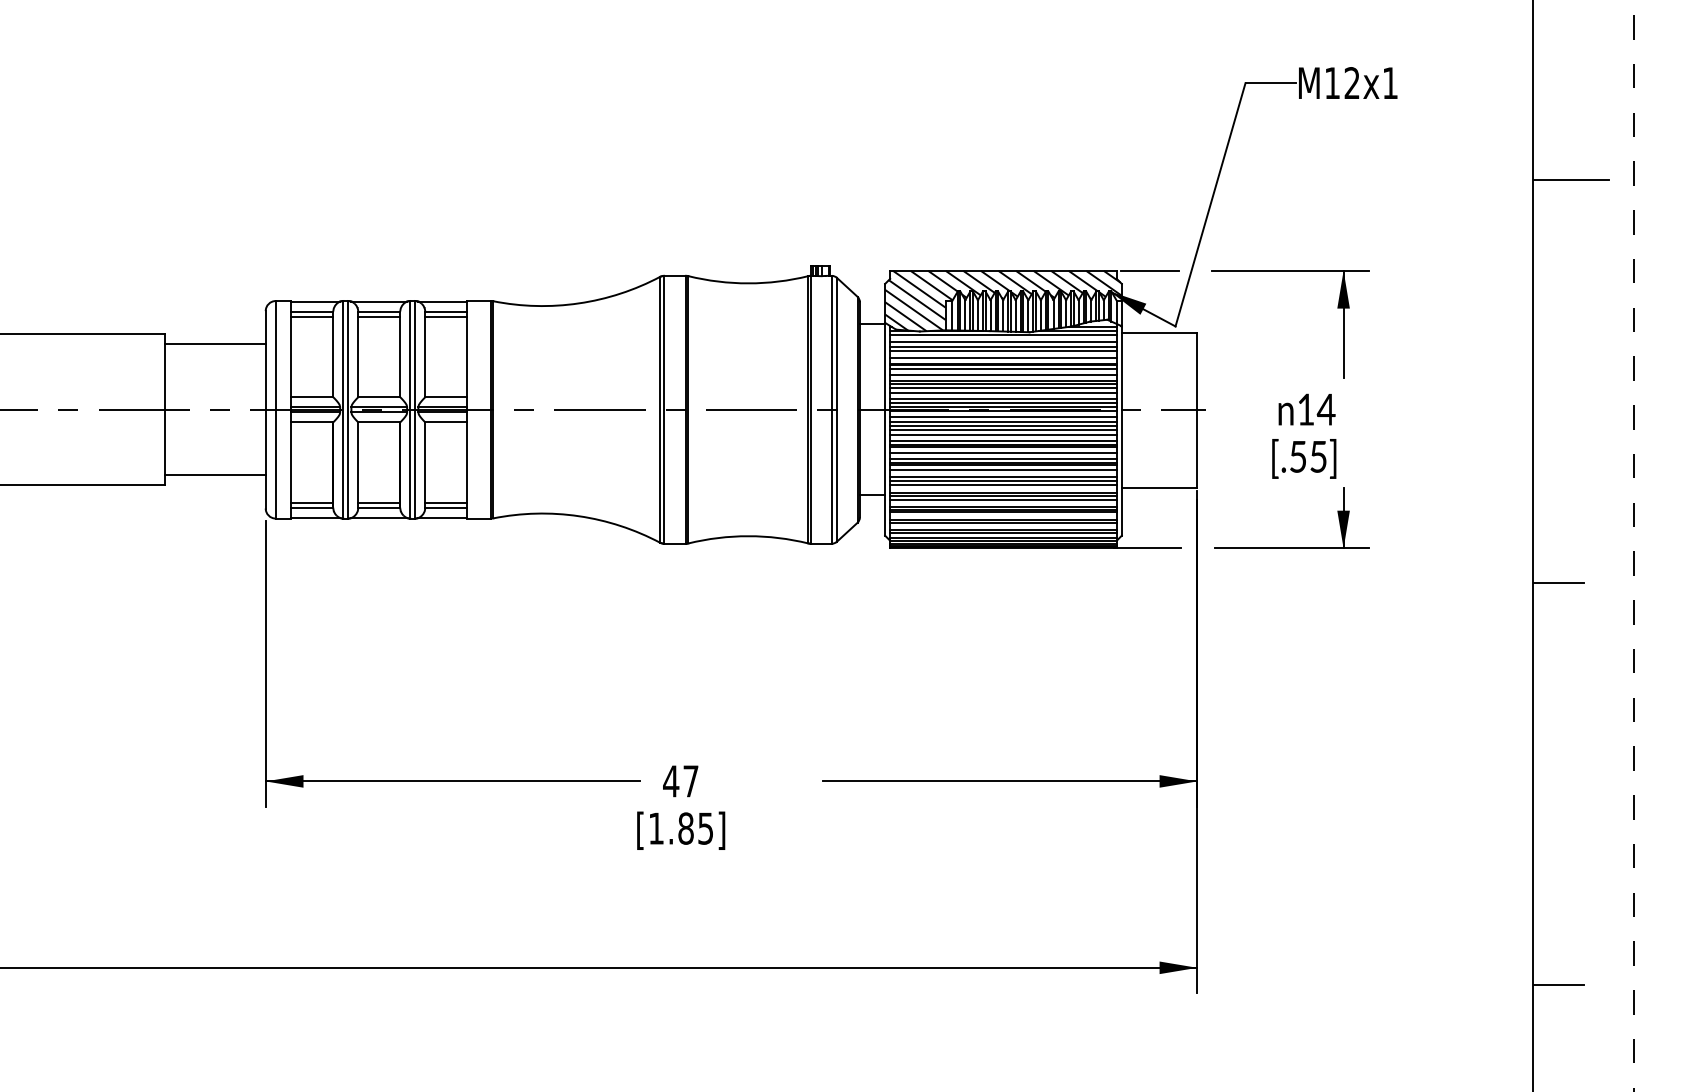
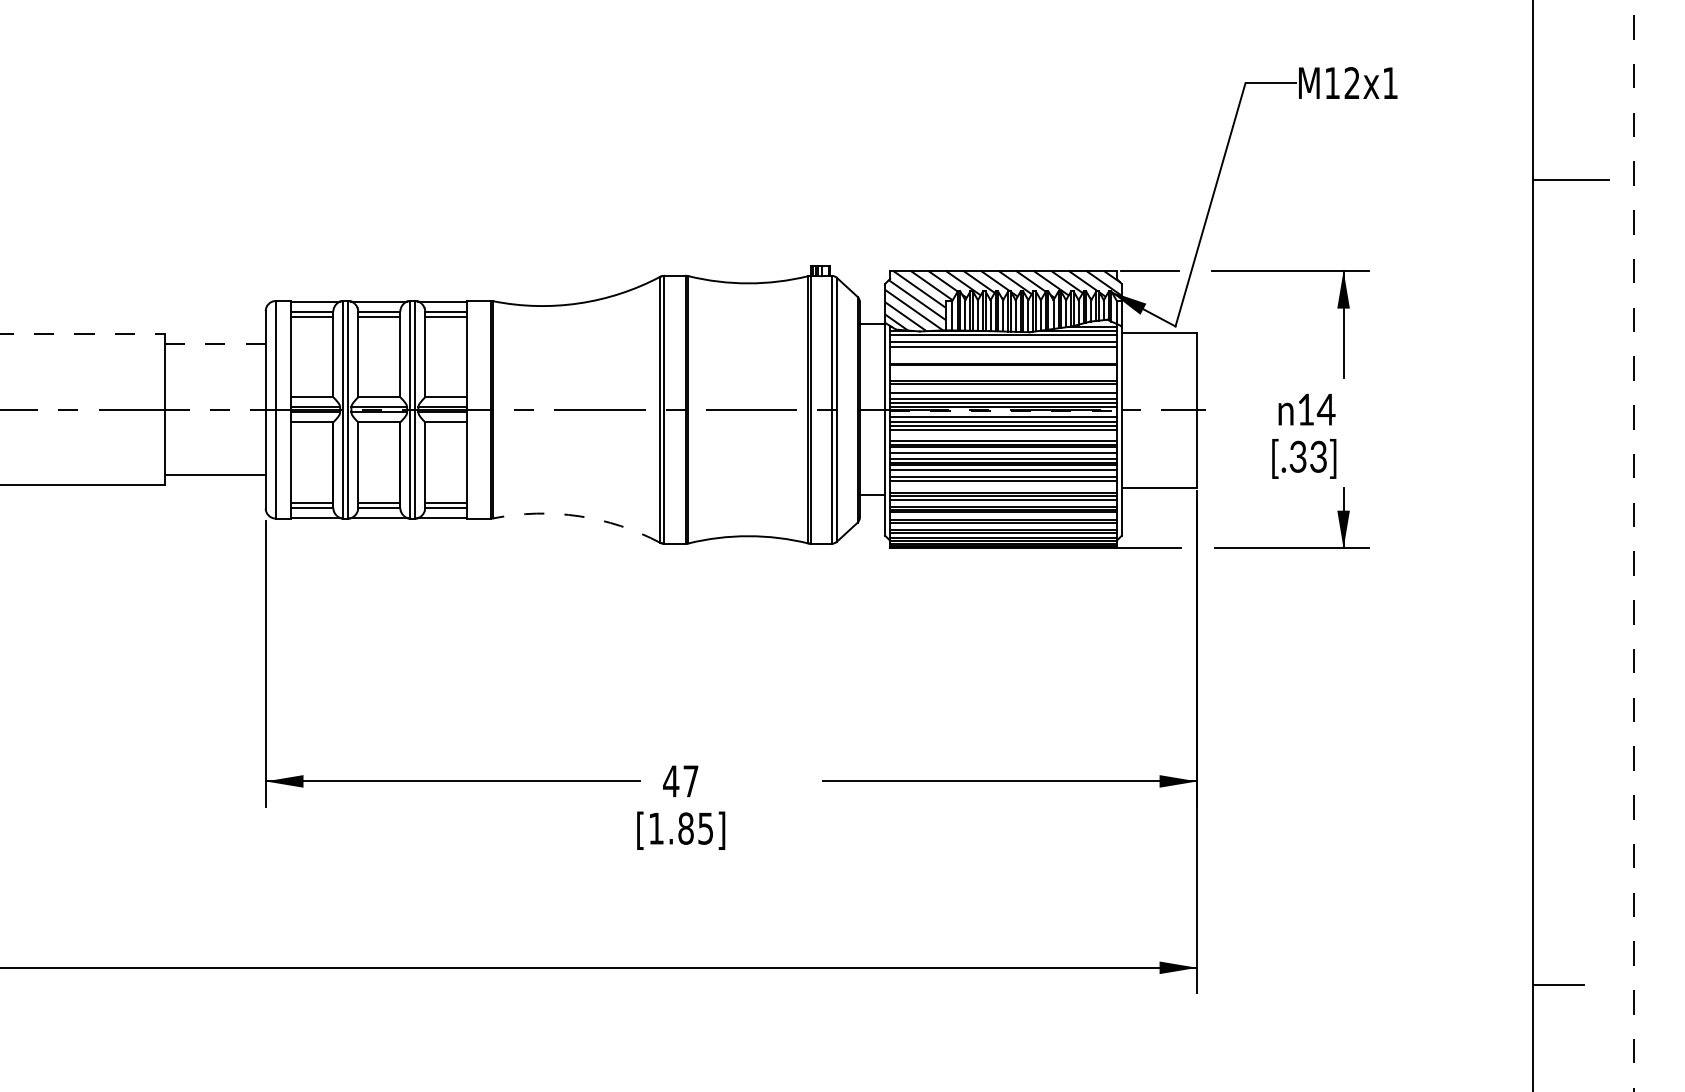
line at (83, 334): solid -> dashed
line at (215, 344): solid -> dashed
line at (1003, 351): present -> none
line at (1003, 358): present -> none
line at (1003, 369): present -> none
line at (1003, 375): present -> none
line at (1003, 388): present -> none
line at (1003, 411): solid -> dashed
line at (1003, 435): present -> none
text at (1307, 456): [.55] -> [.33]
line at (1003, 485): present -> none
arc at (578, 516): solid -> dashed
line at (1558, 582): present -> none
